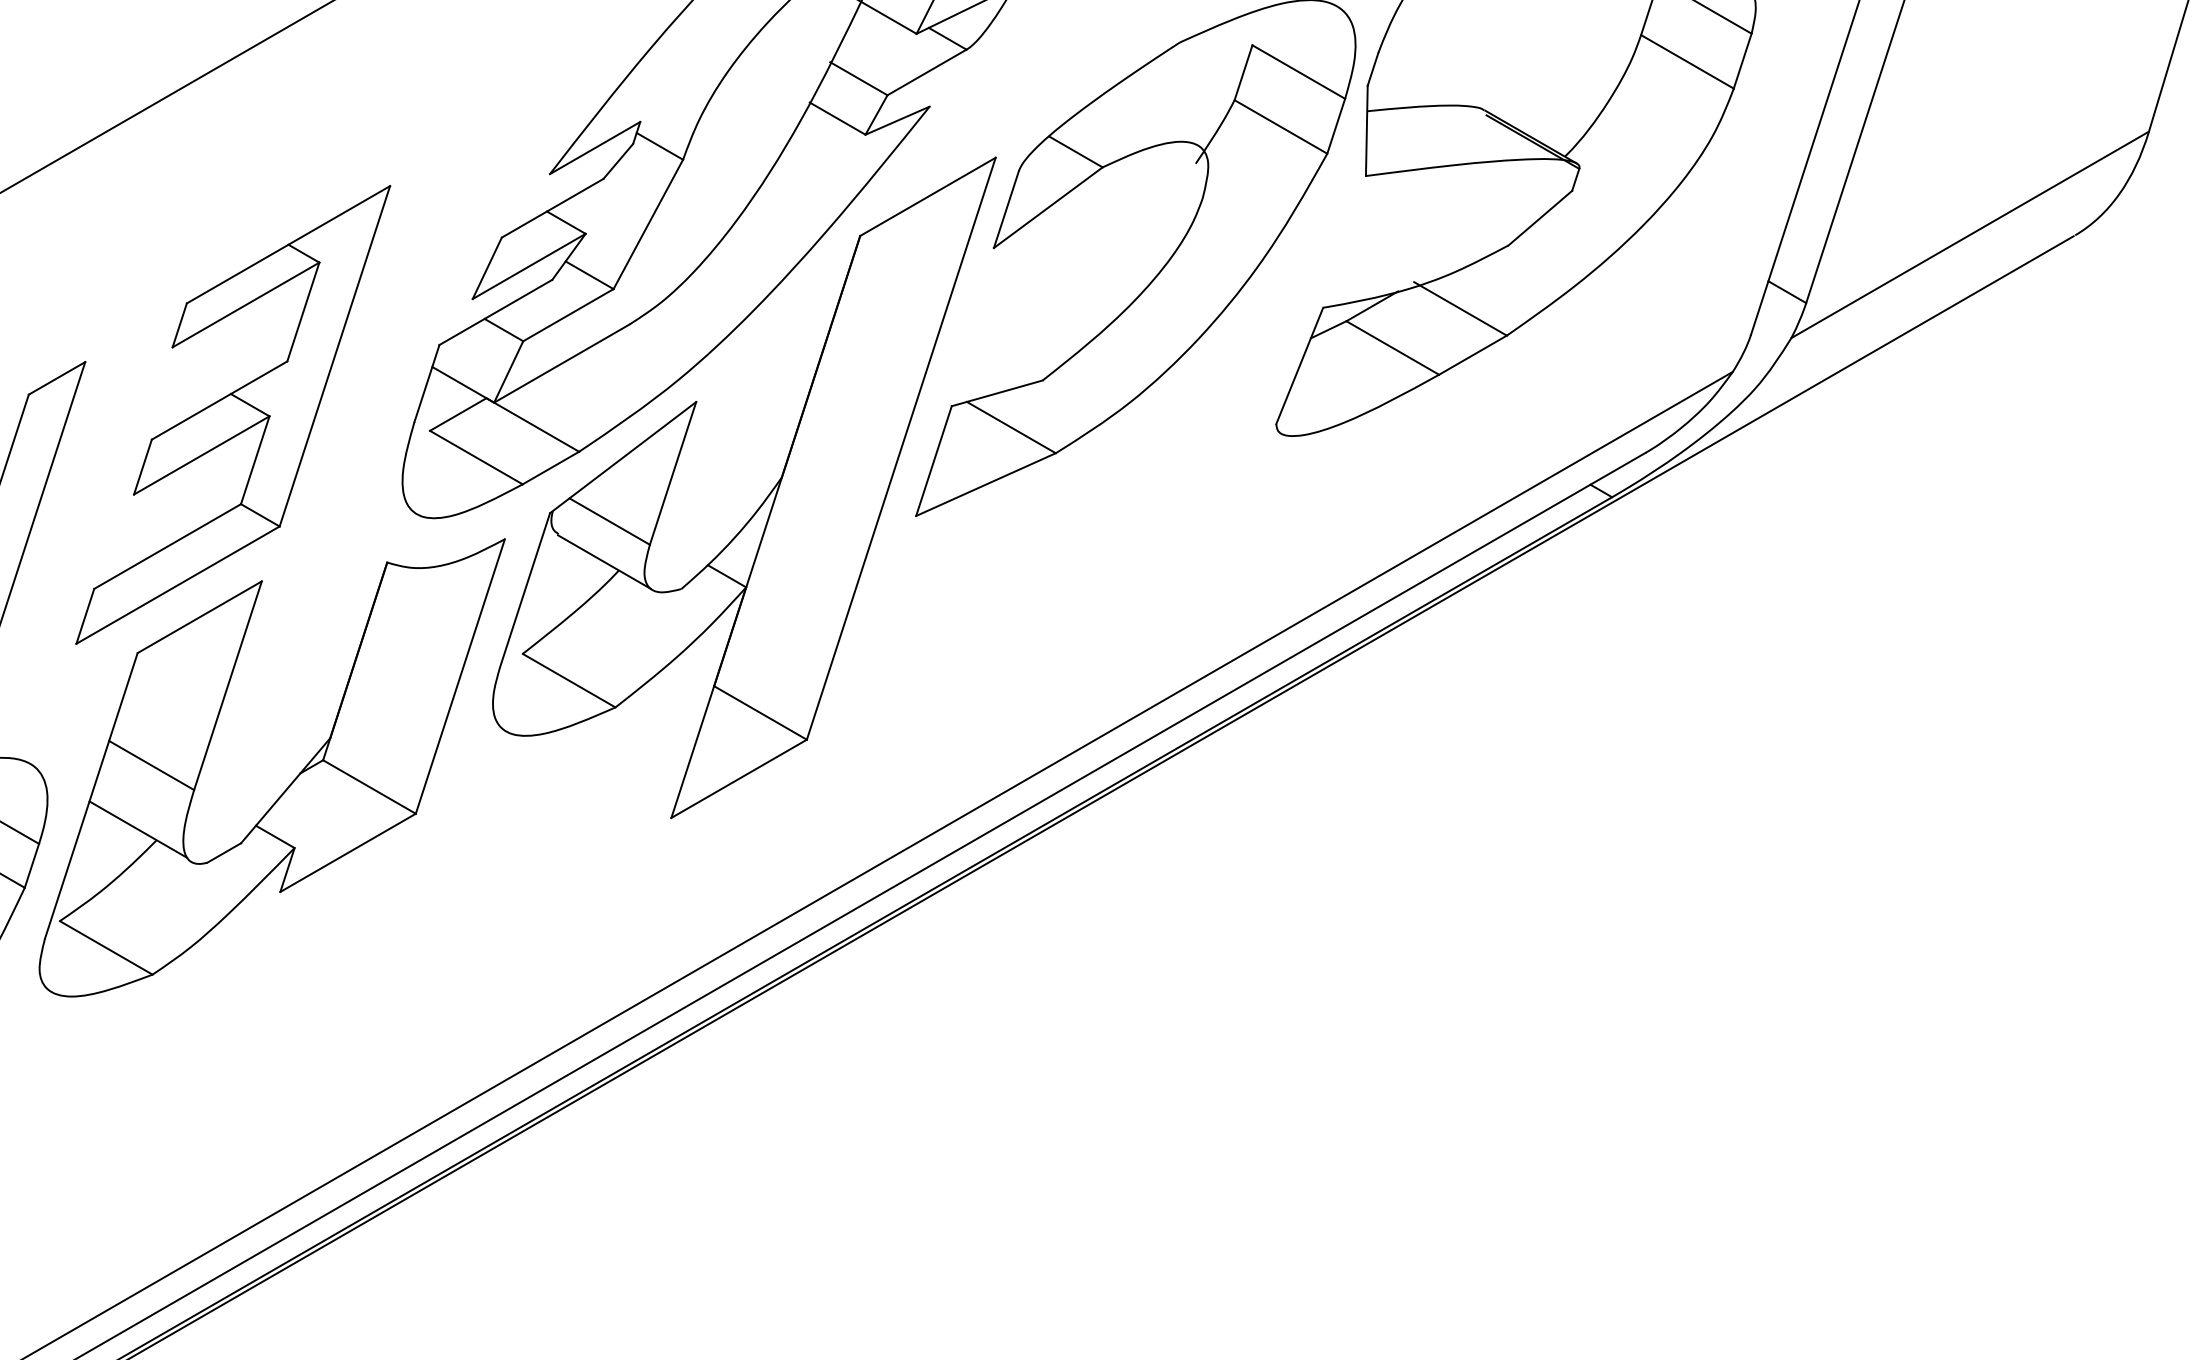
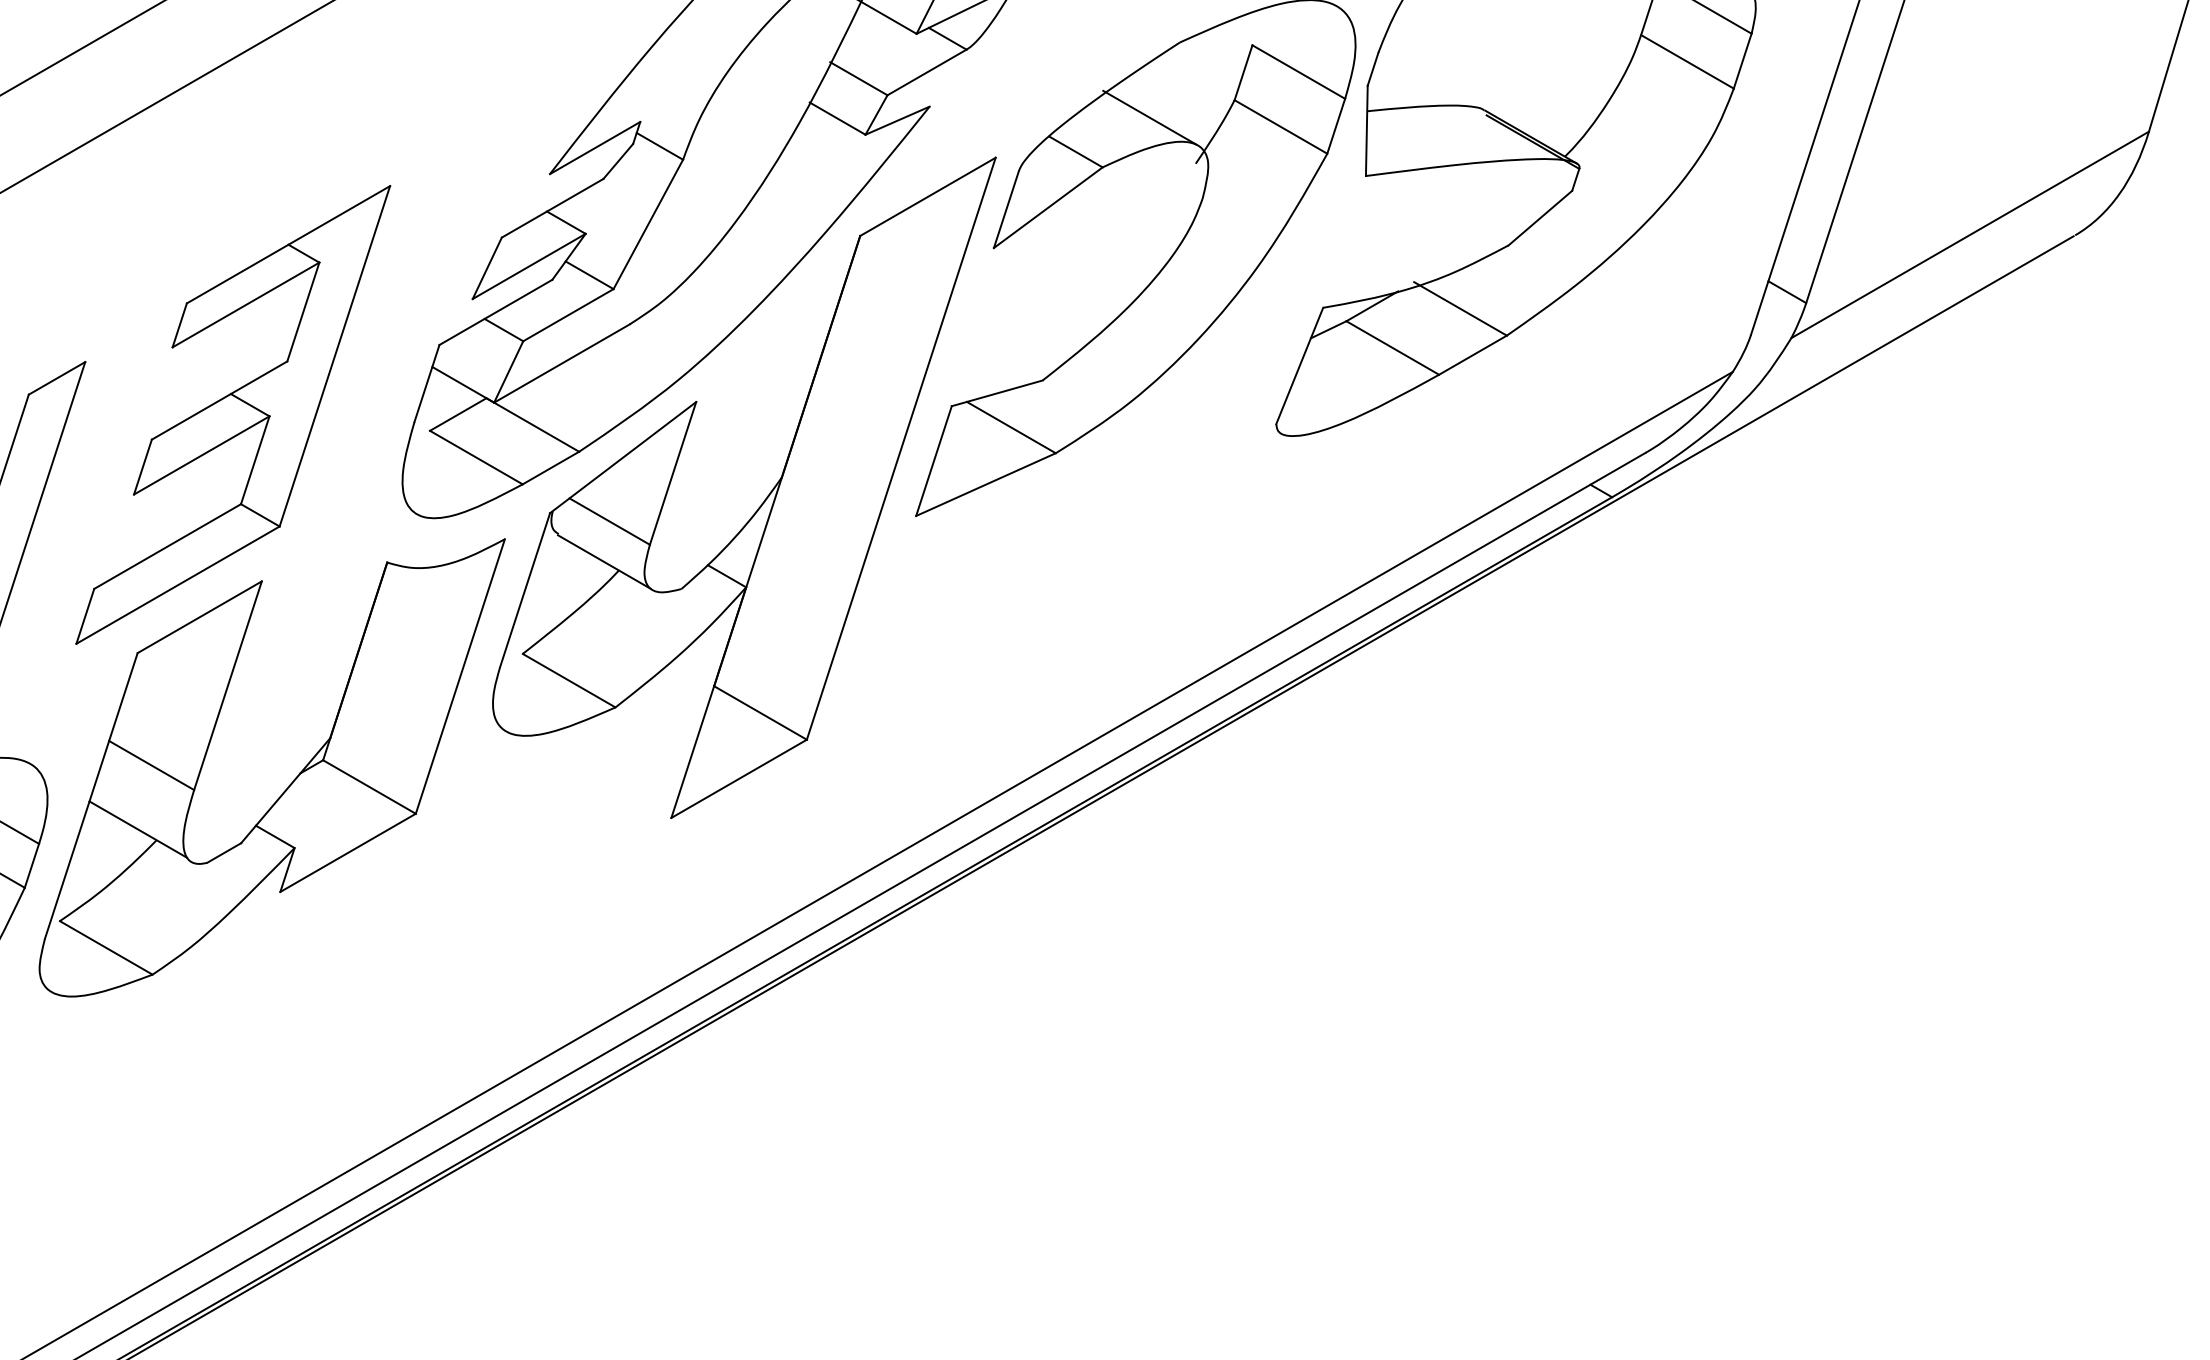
line at (81, 48): none -> present
line at (1149, 117): none -> present
